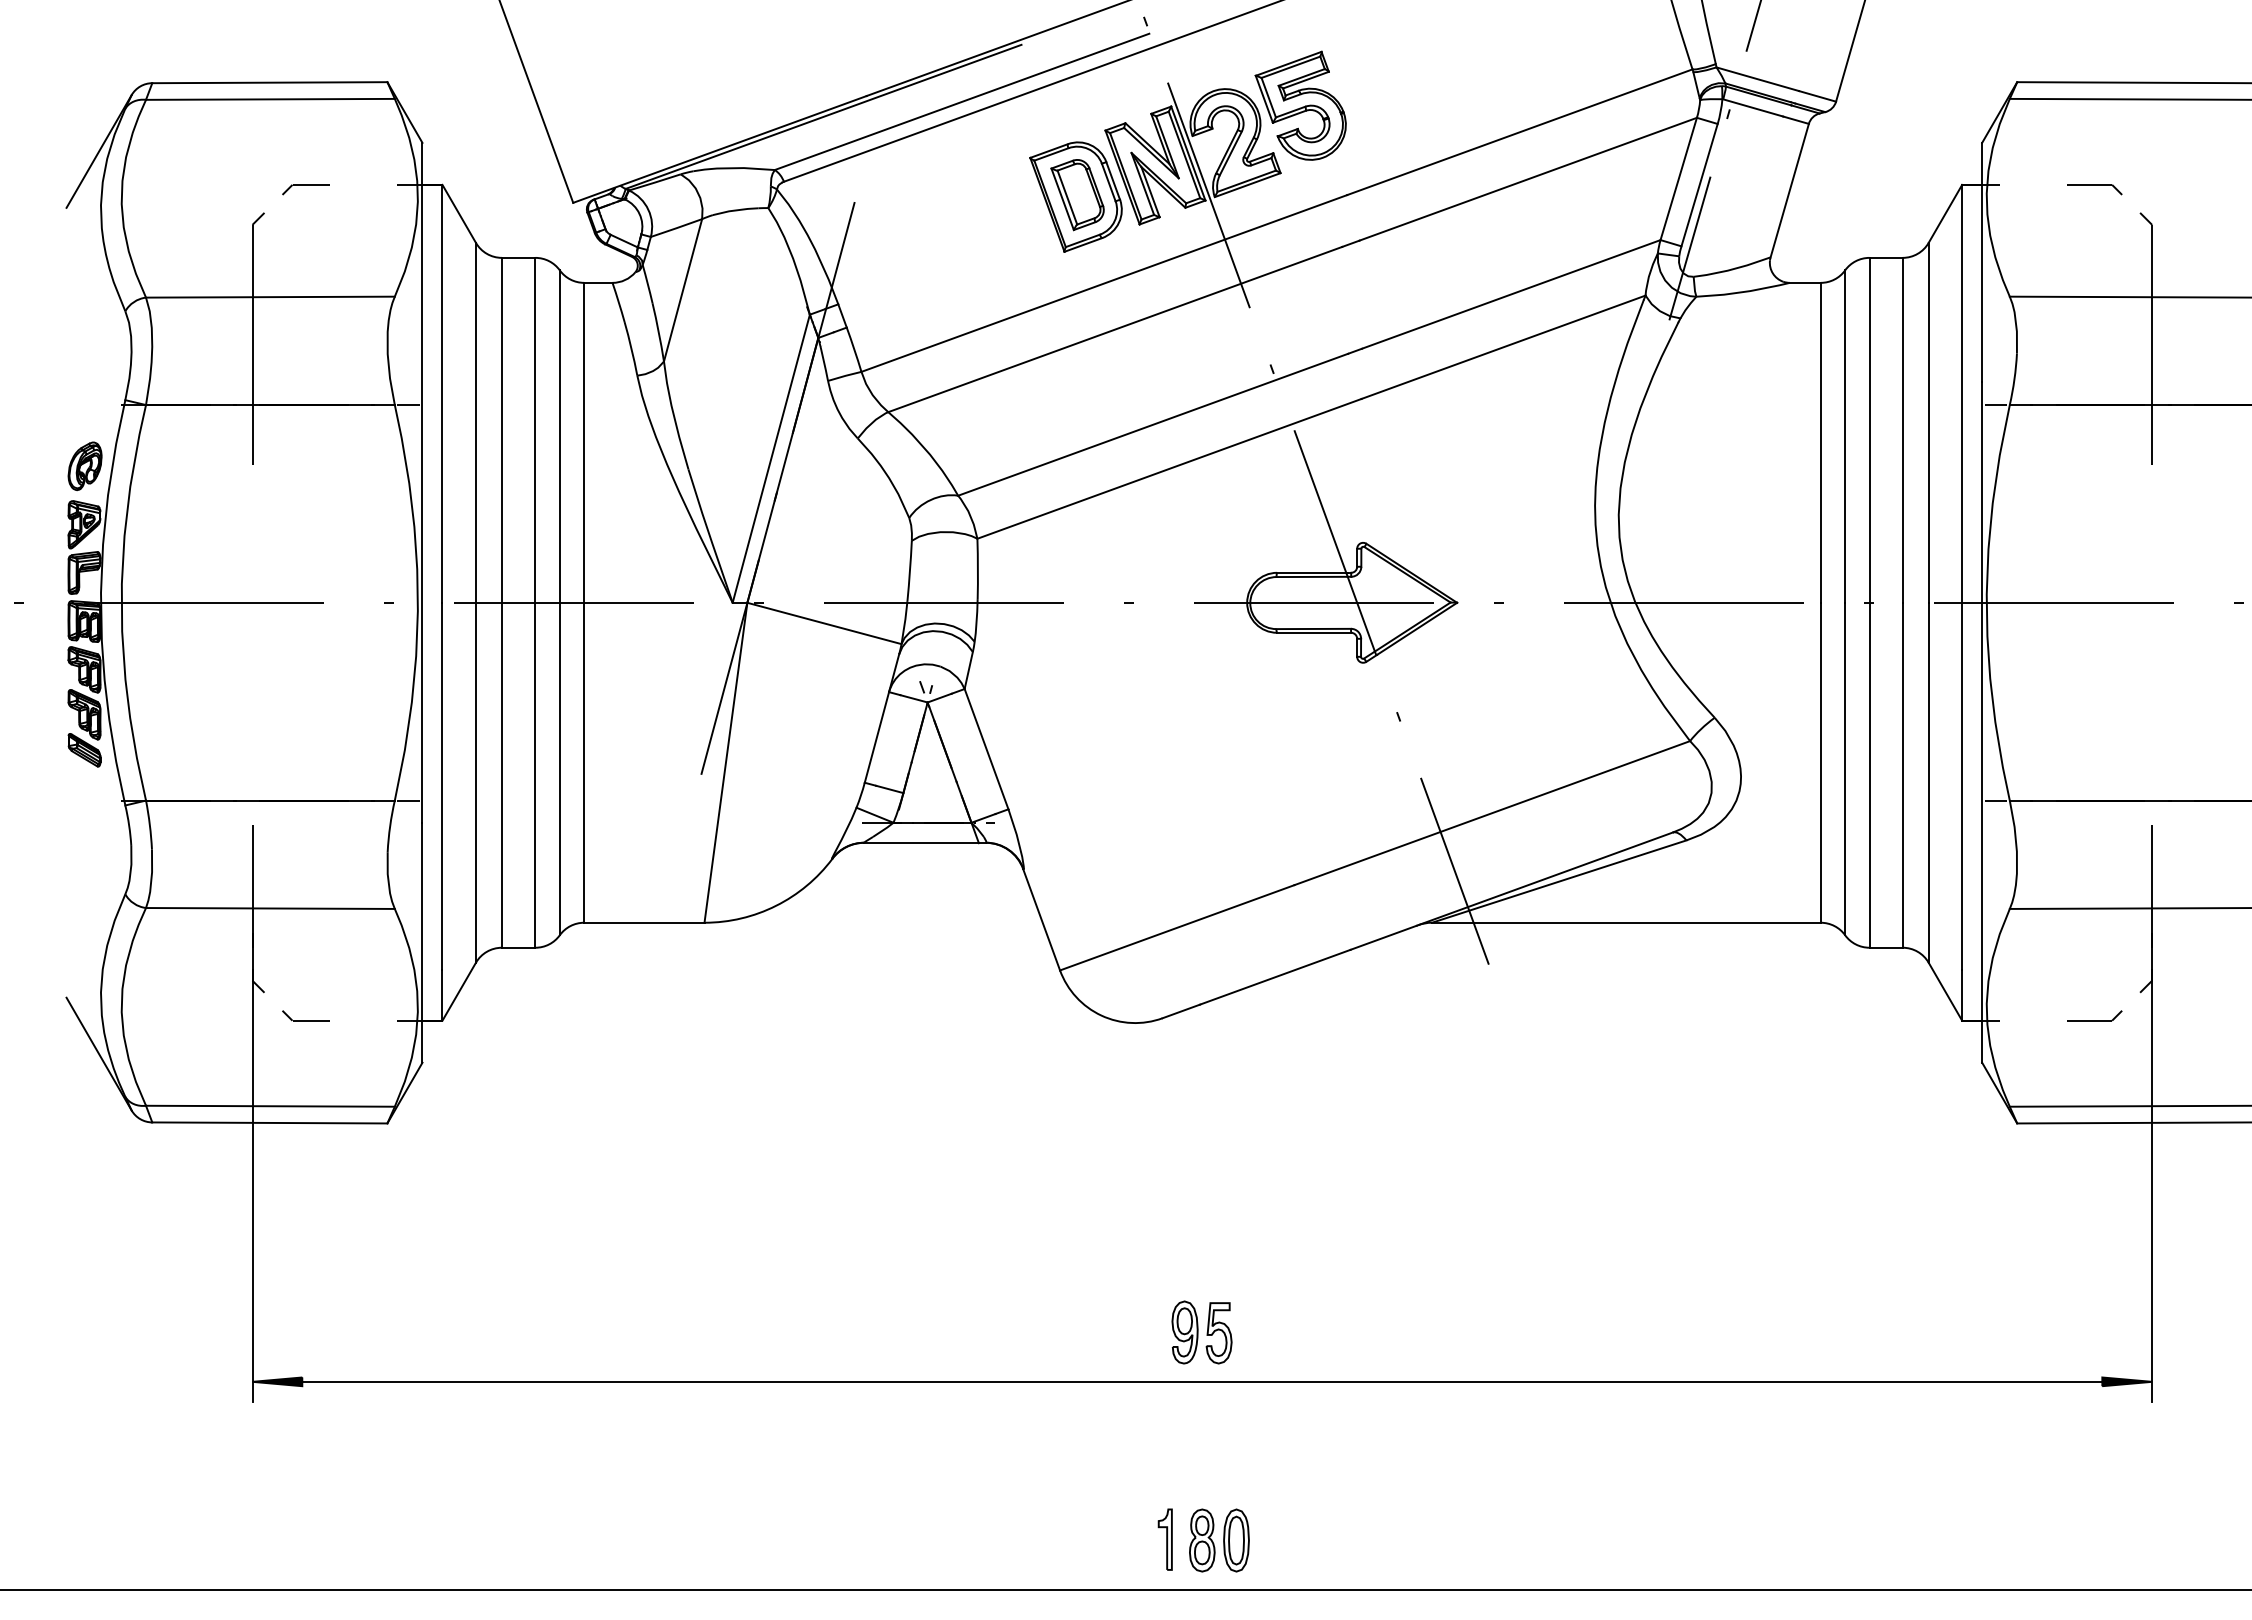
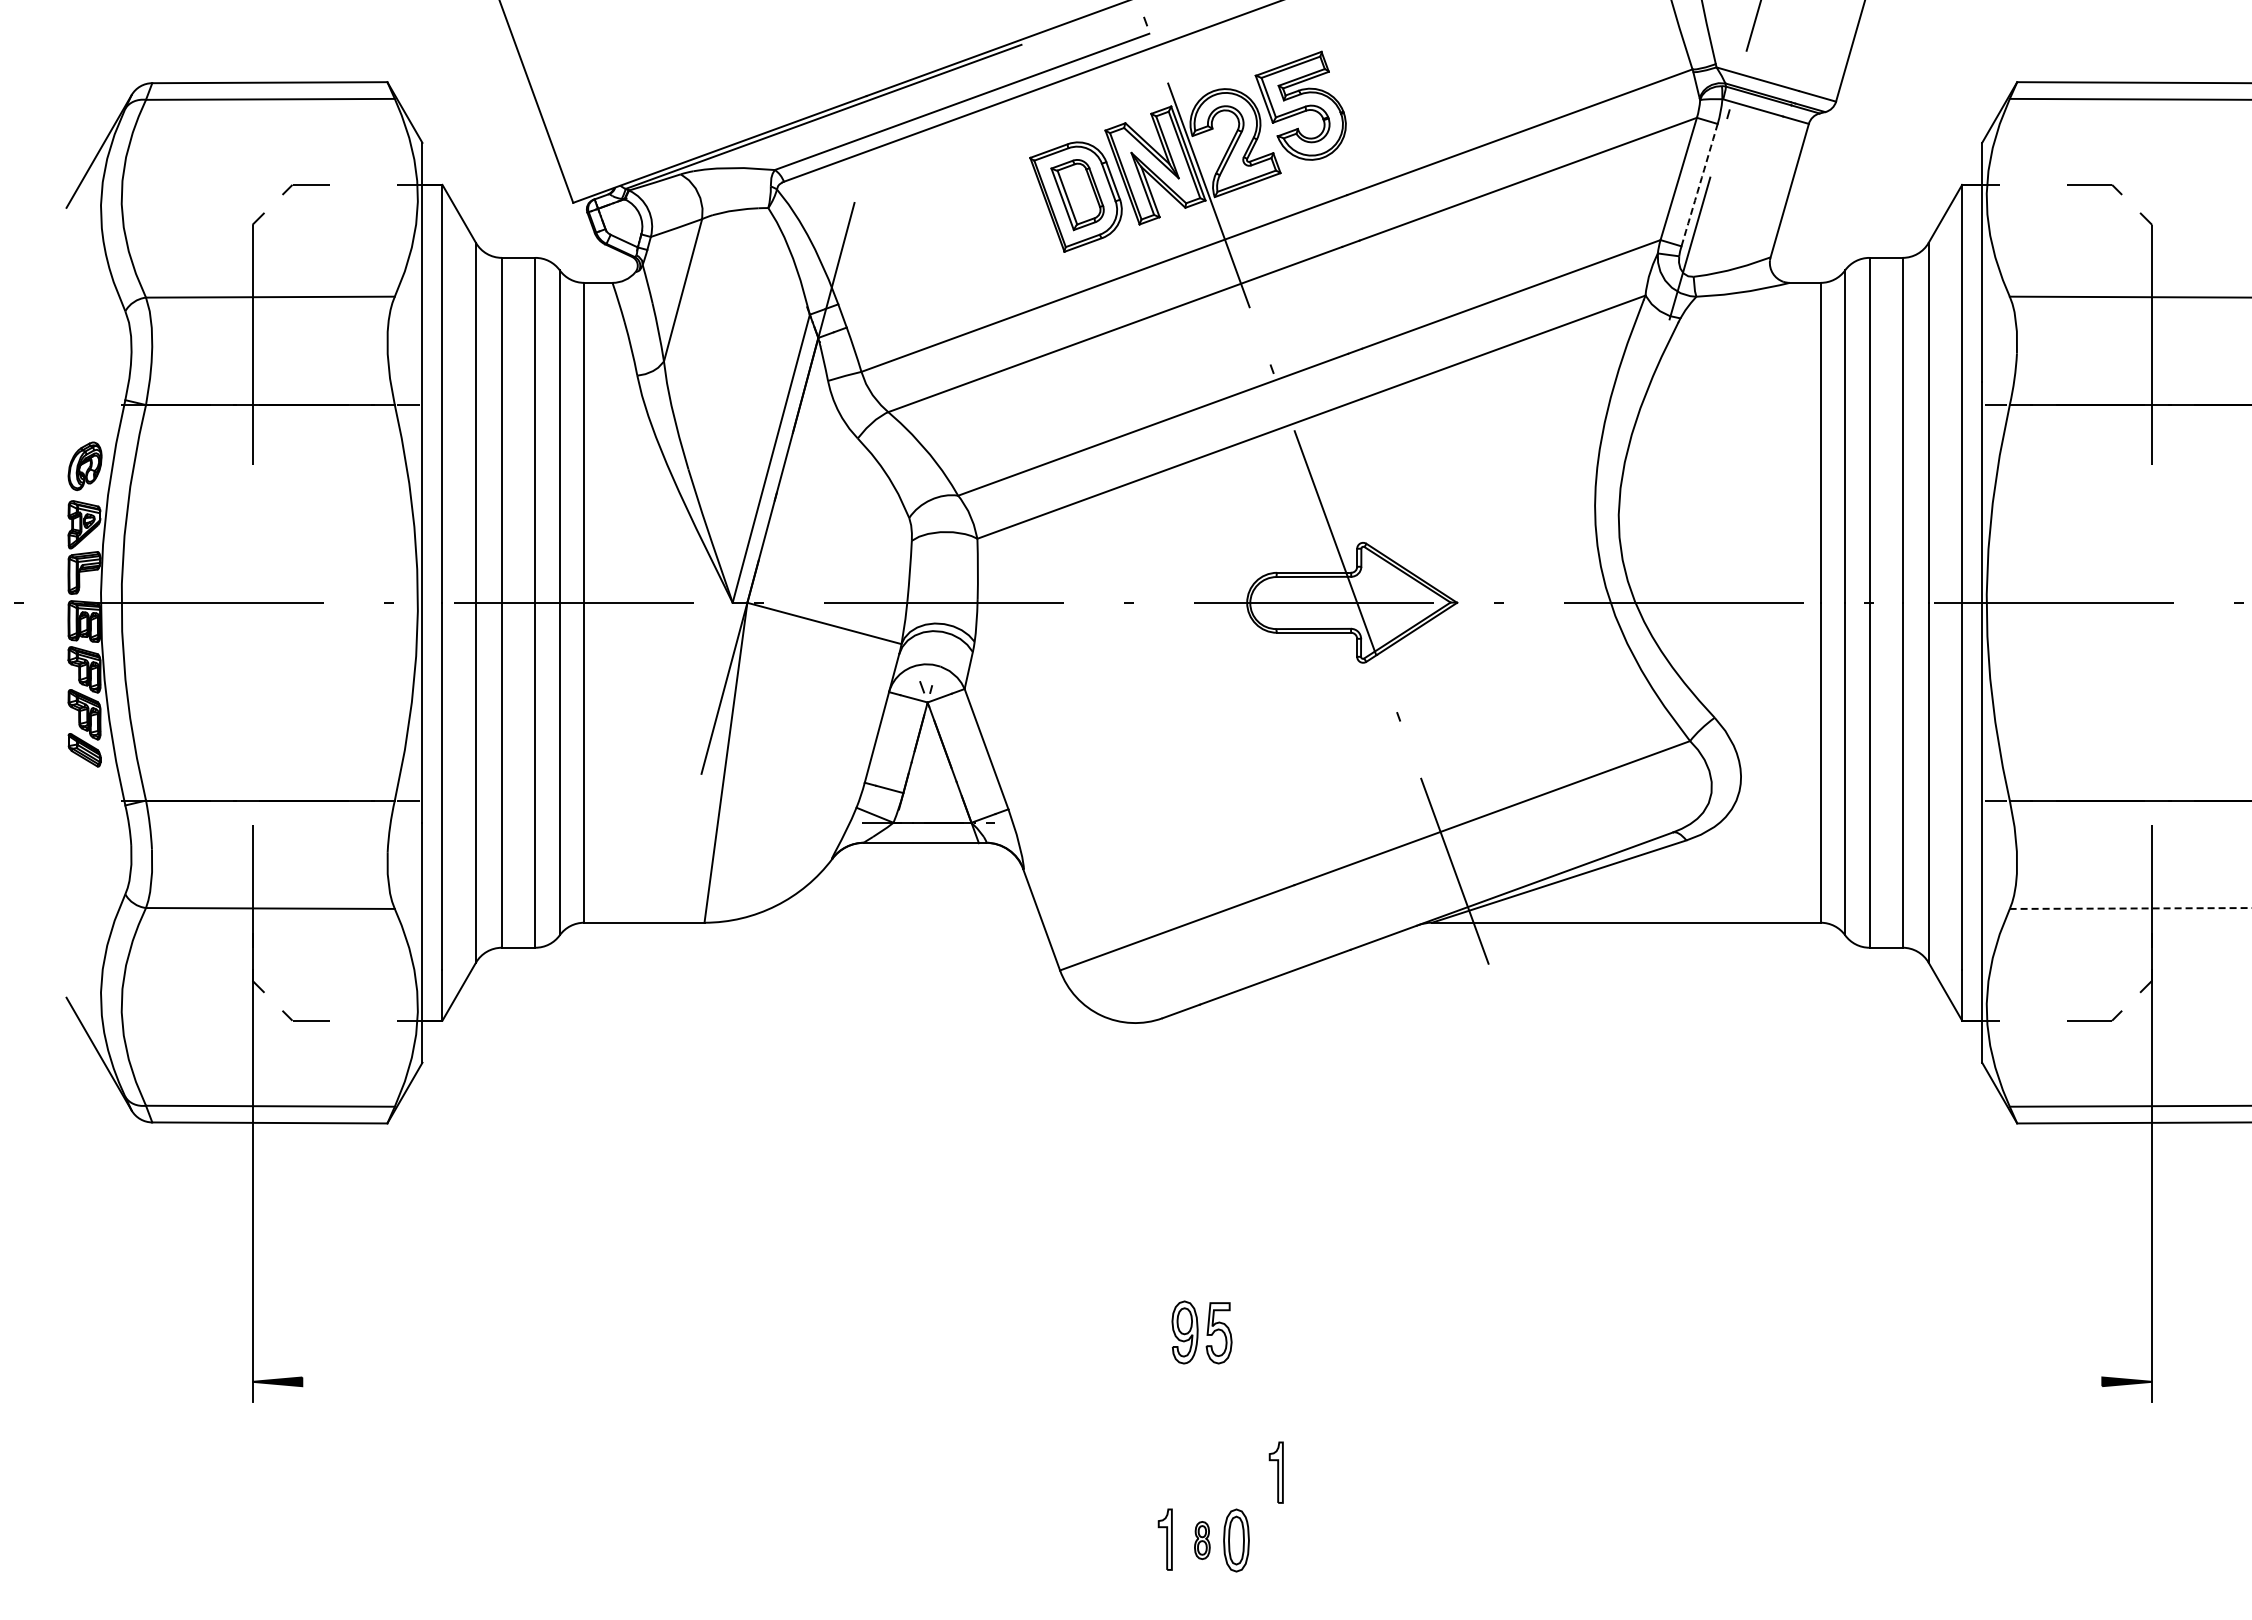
arc at (1699, 185): solid -> dashed
line at (2130, 908): solid -> dashed
line at (1202, 1381): present -> none
part at (1275, 1472): none -> present
part at (1202, 1540) size: 27x65 px -> 17x39 px
line at (1125, 1589): present -> none
